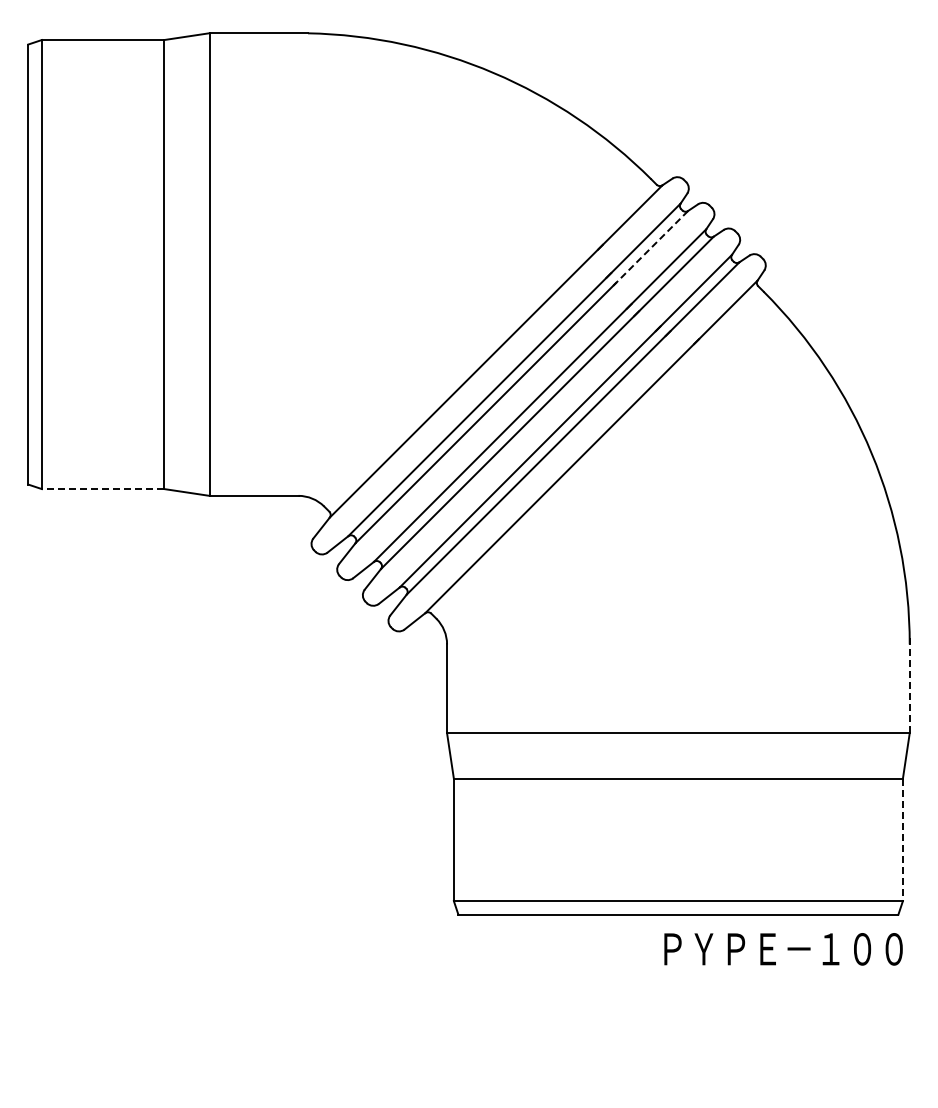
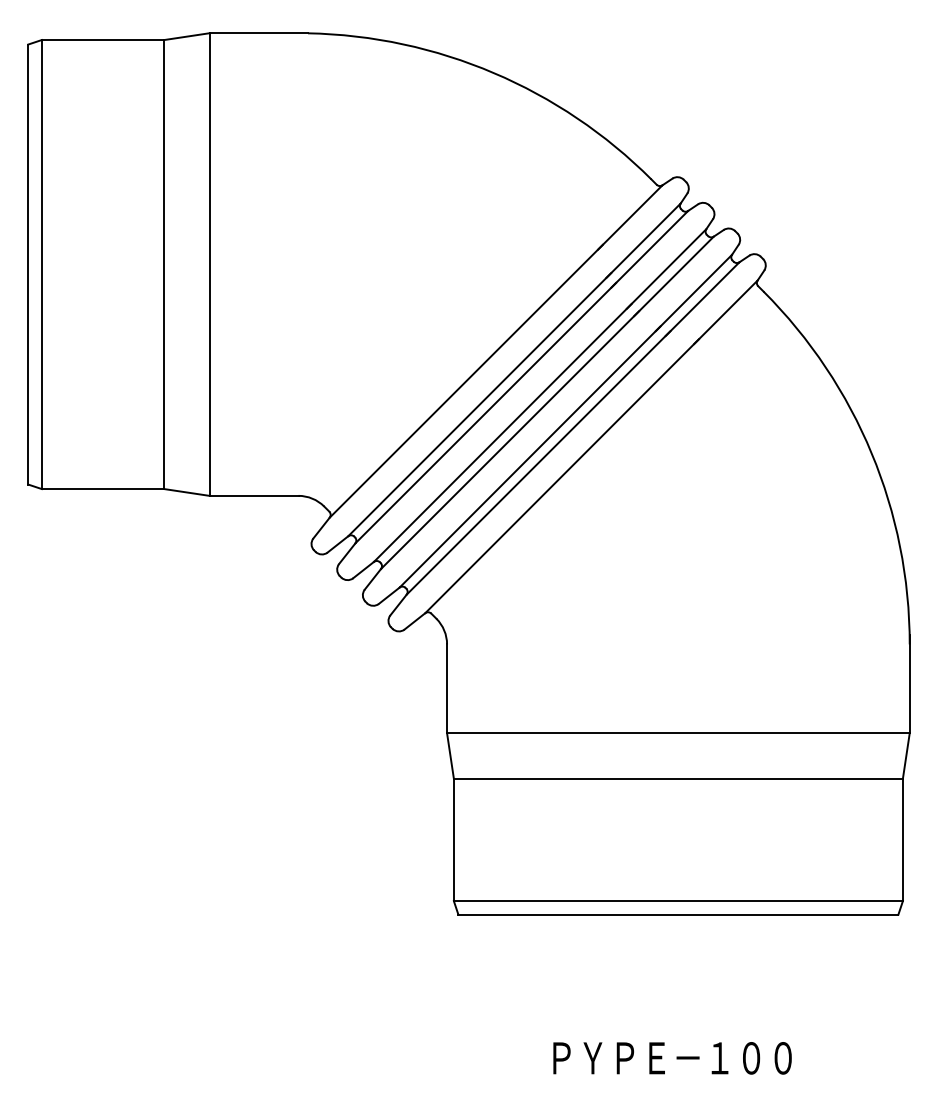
line at (649, 249): dashed -> solid
line at (102, 489): dashed -> solid
line at (909, 683): dashed -> solid
line at (902, 840): dashed -> solid
text at (783, 949) position: (783, 949) -> (672, 1058)
